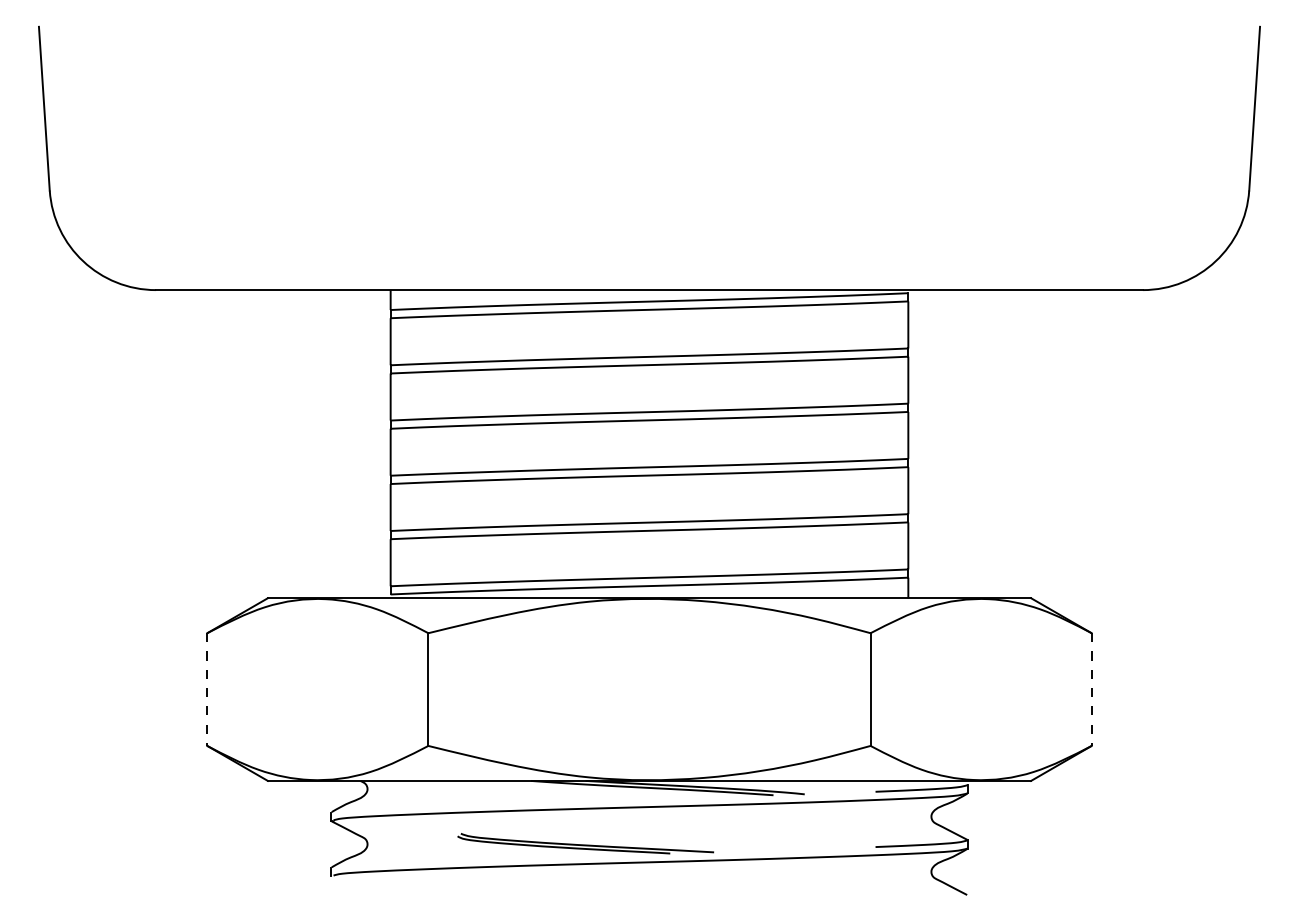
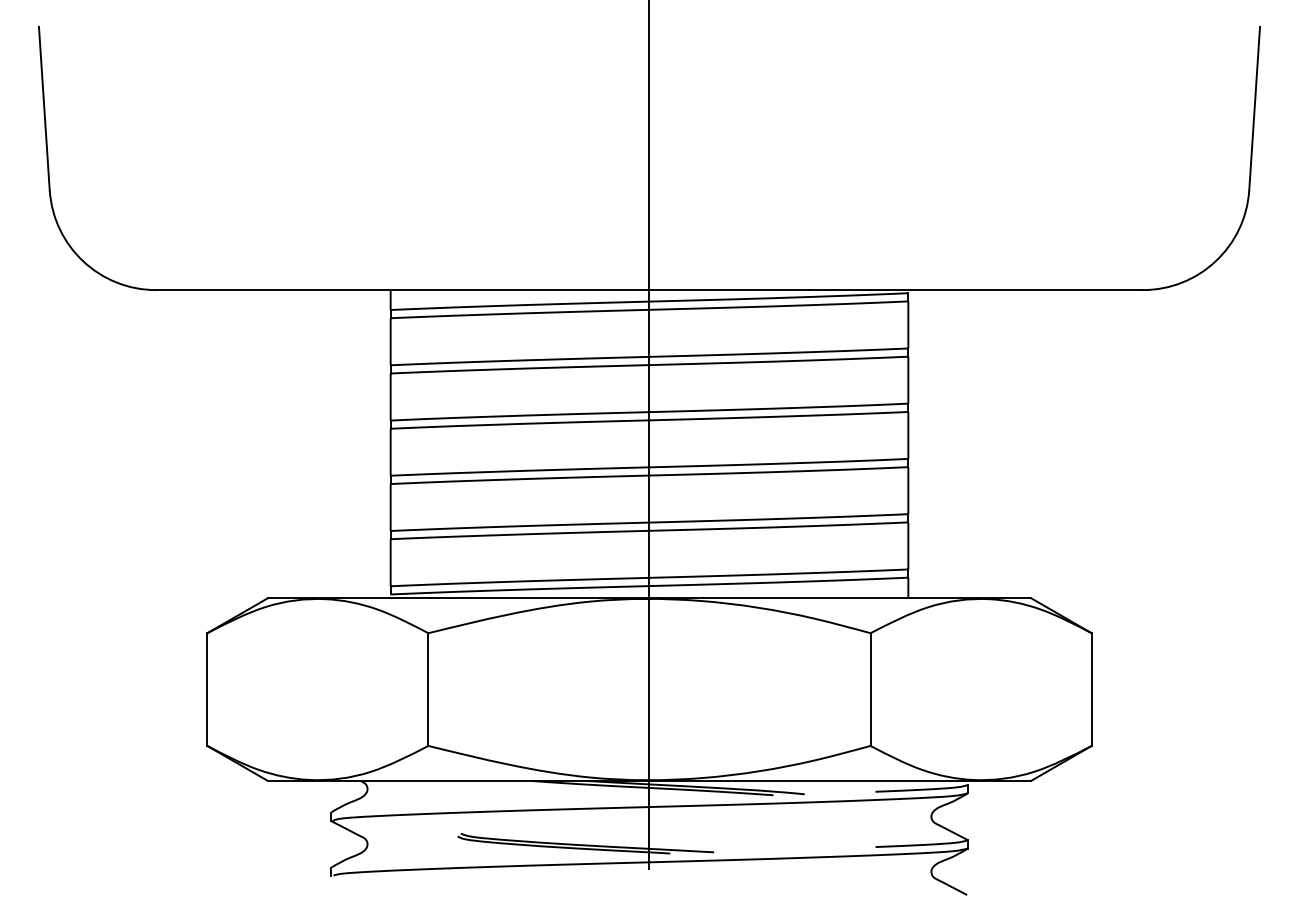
line at (649, 436): none -> present
line at (207, 690): dashed -> solid
line at (1091, 690): dashed -> solid
